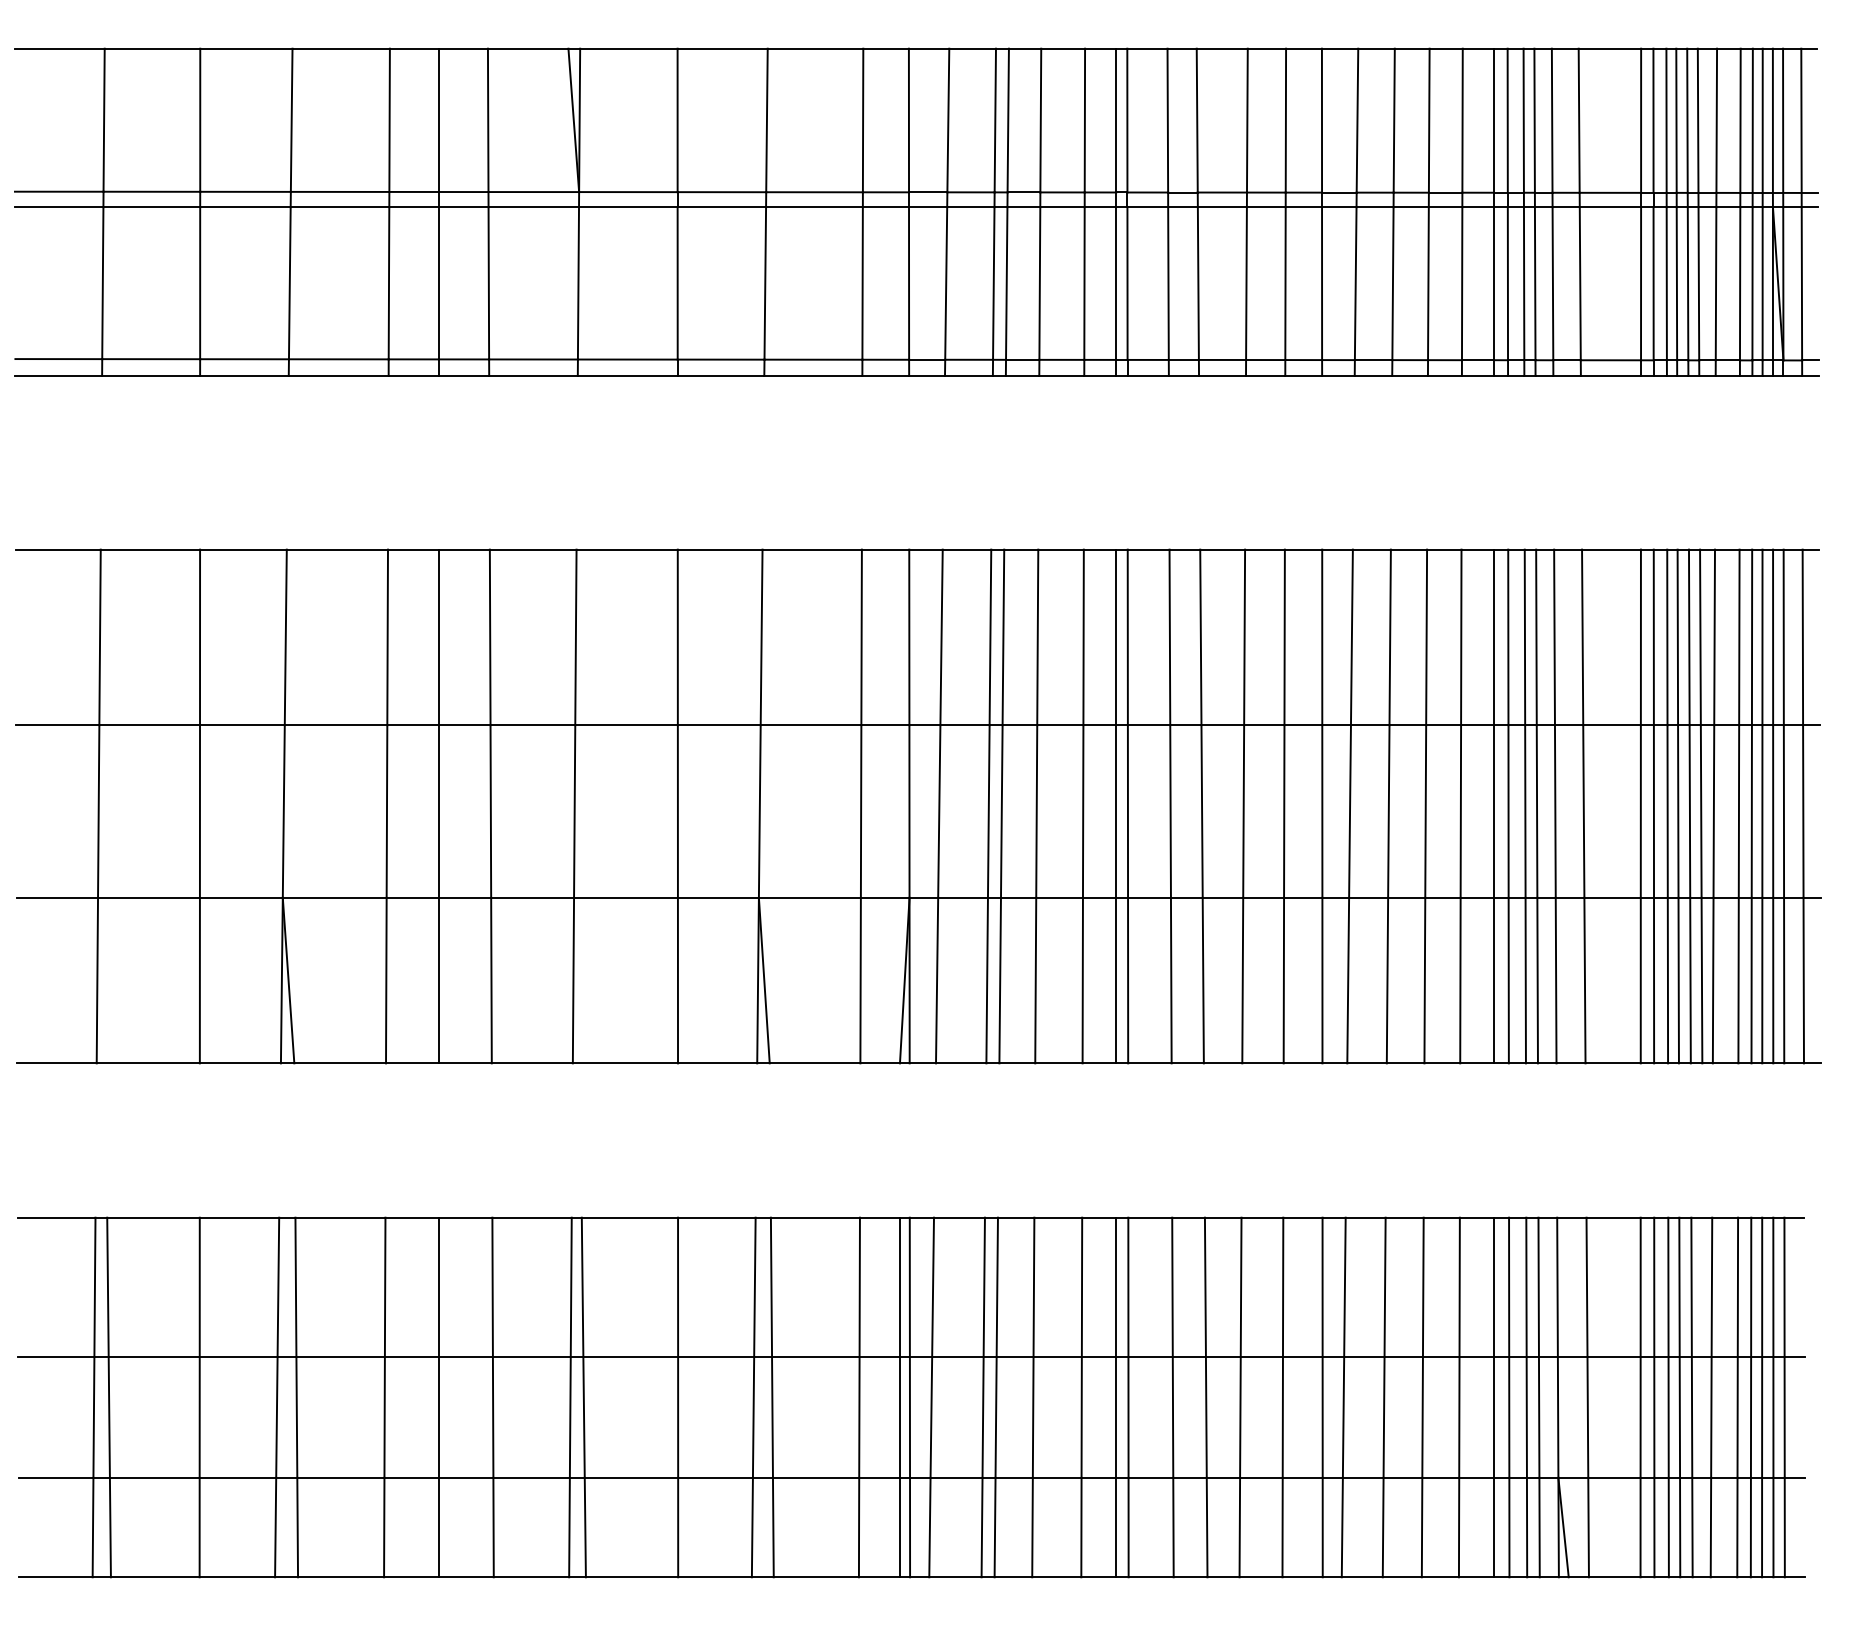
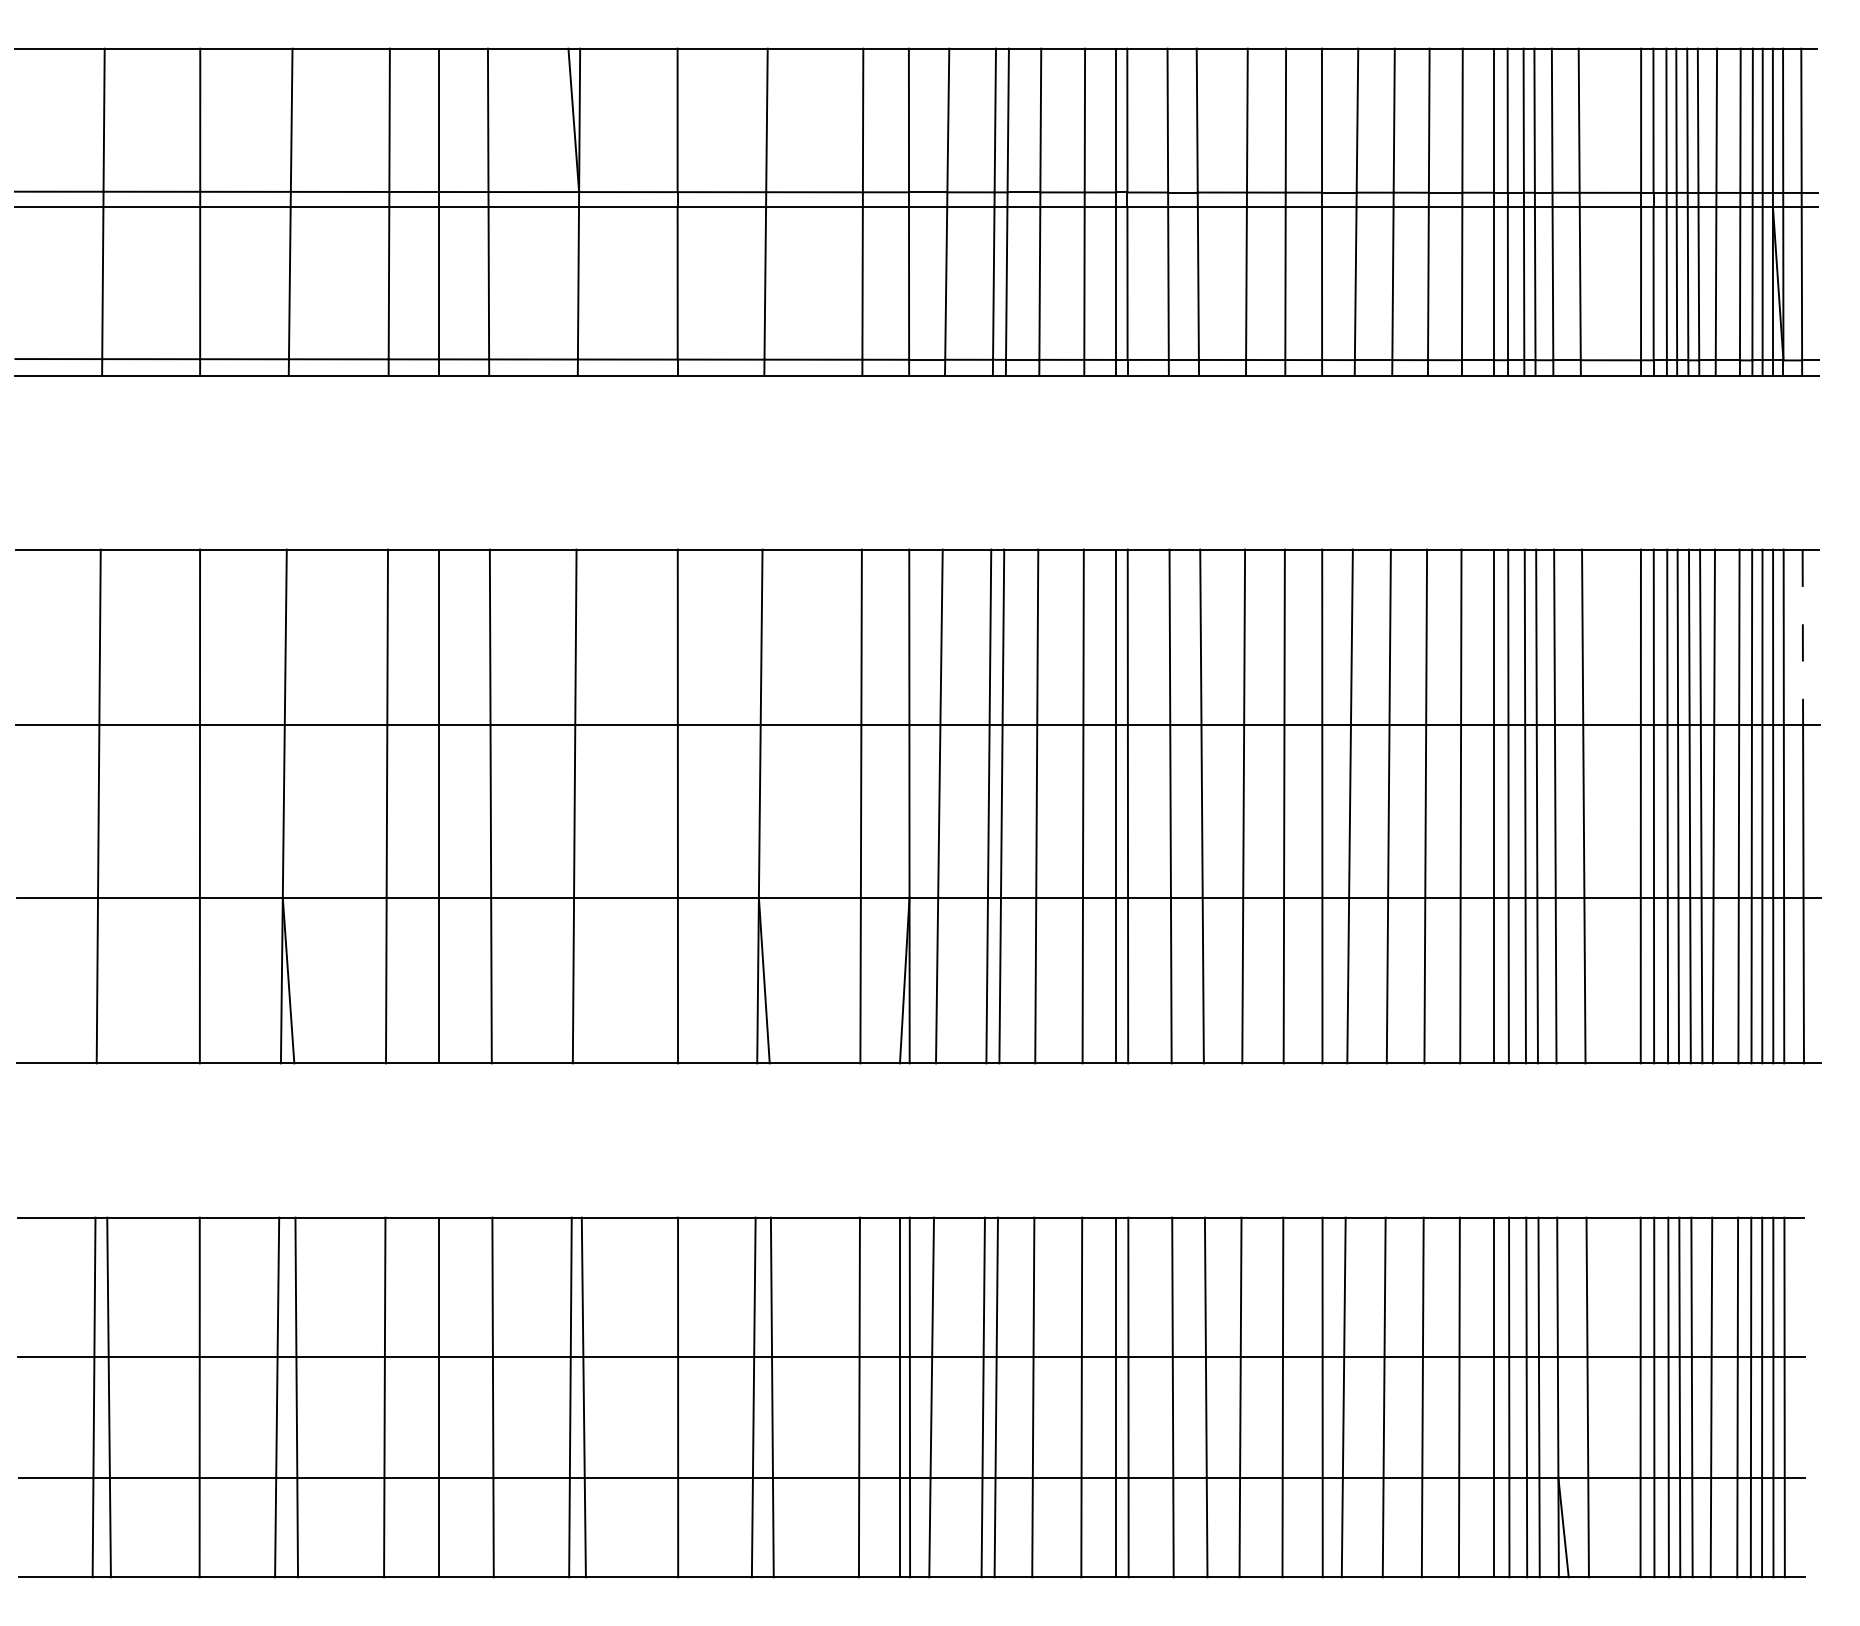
line at (1802, 637): solid -> dashed
